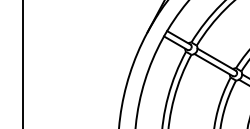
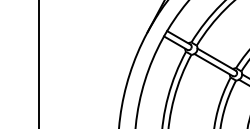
line at (22, 63) position: (22, 63) -> (38, 63)
